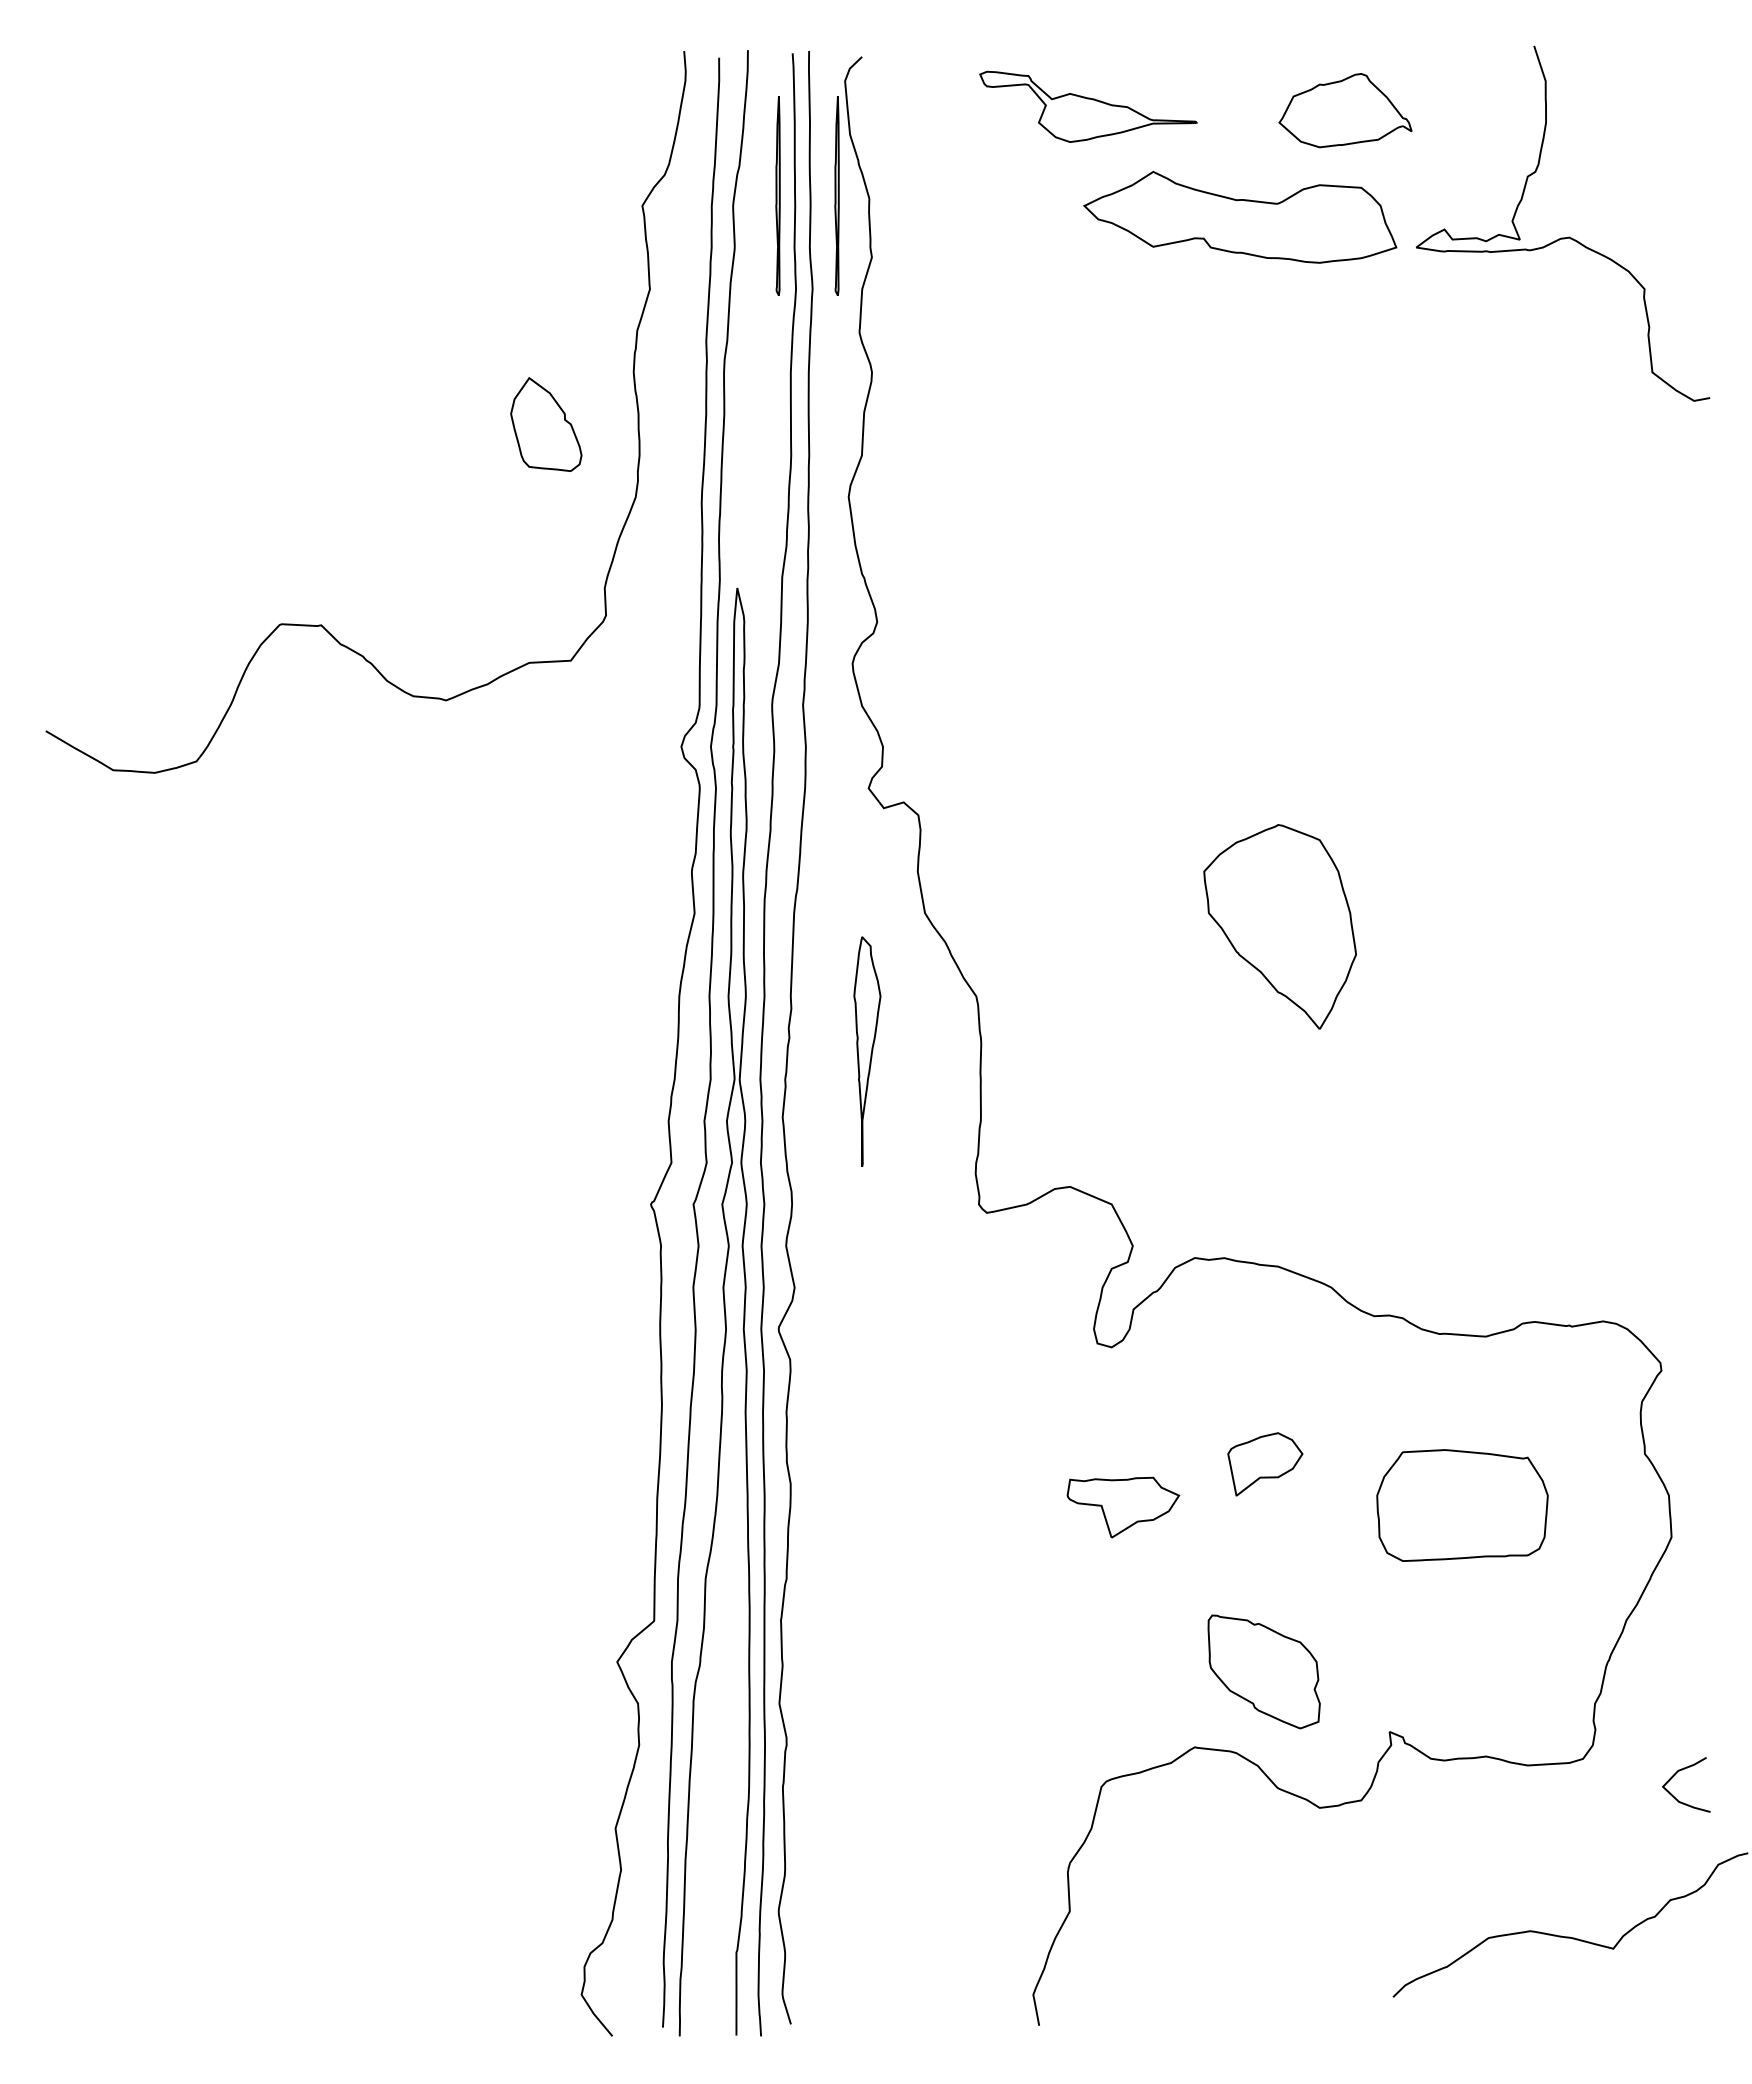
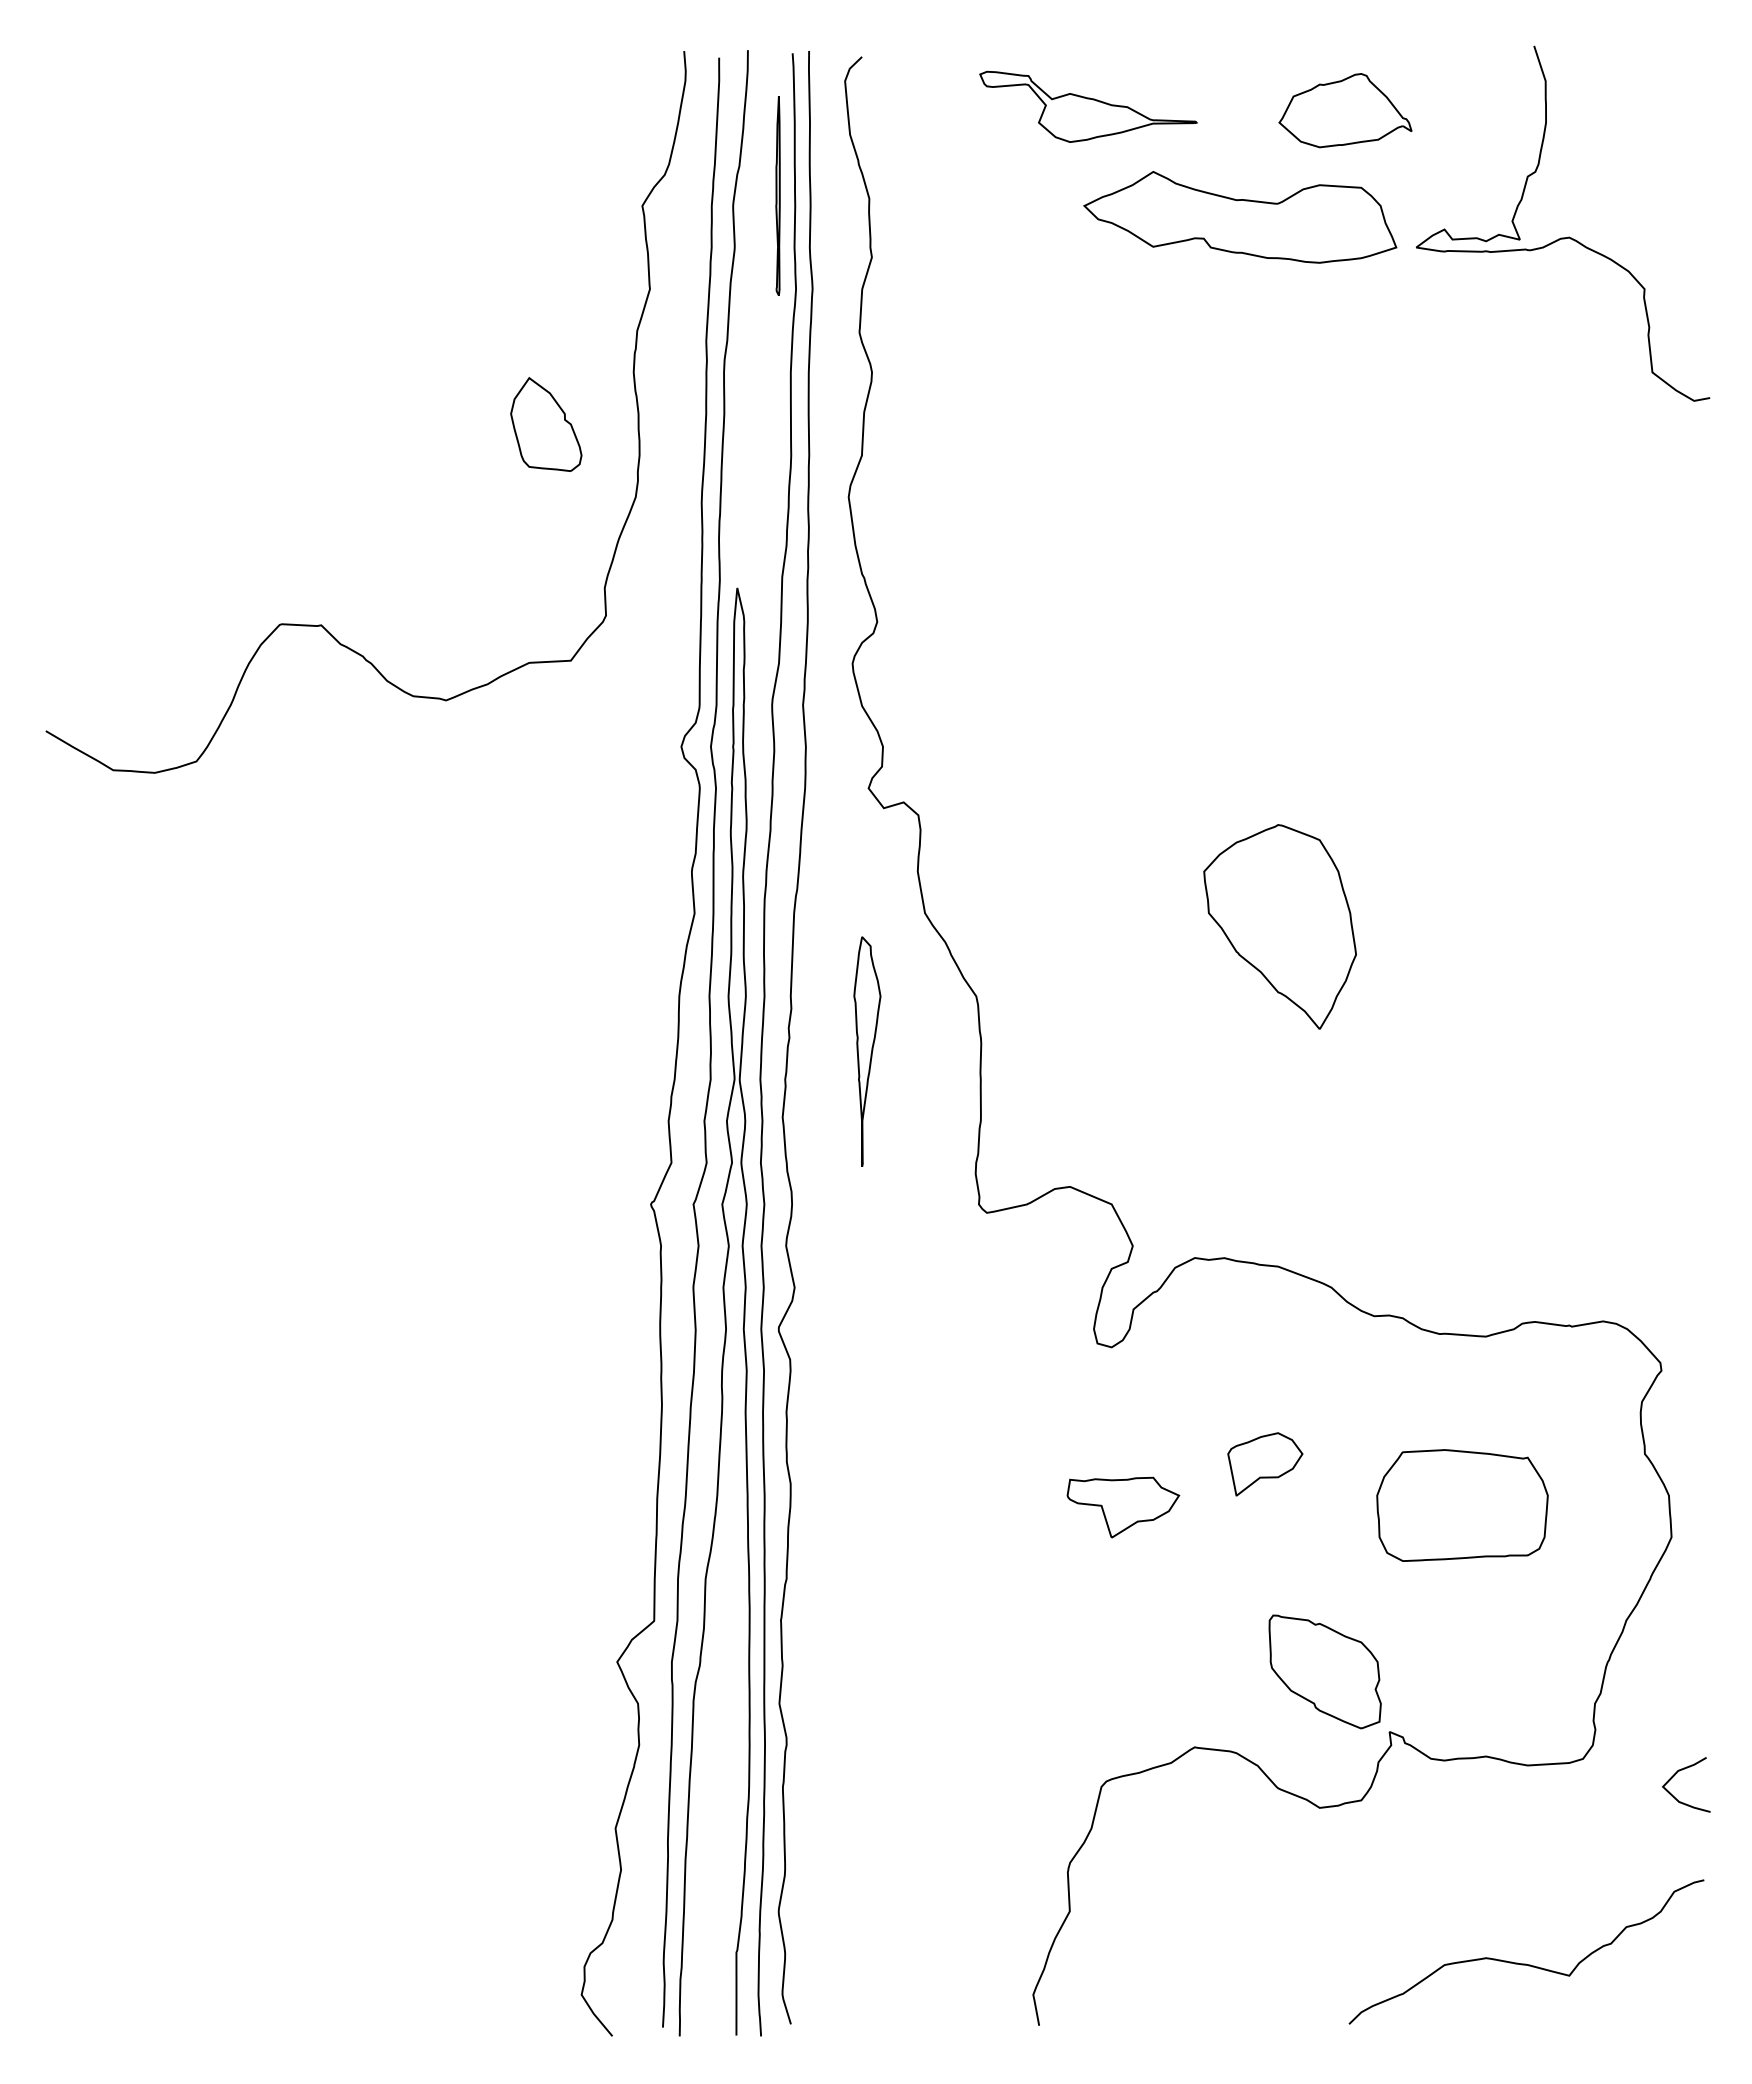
part at (836, 195): present -> none
part at (1263, 1671) position: (1263, 1671) -> (1324, 1671)
curve at (1570, 1936) position: (1570, 1936) -> (1526, 1963)
